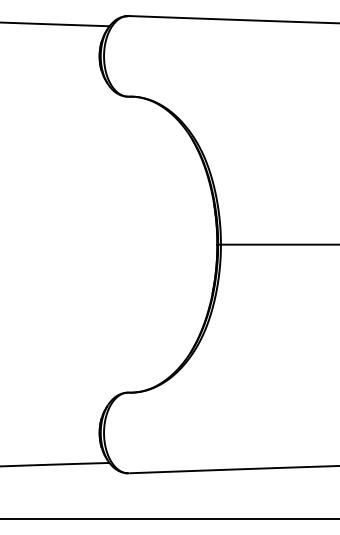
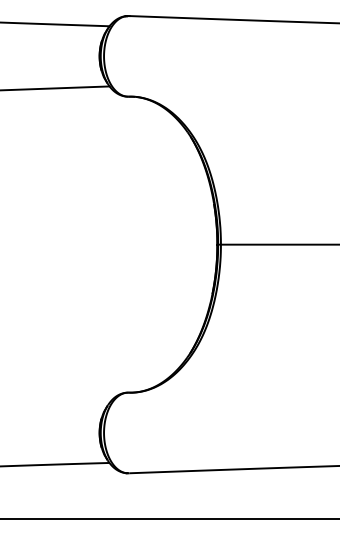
line at (55, 88): none -> present
